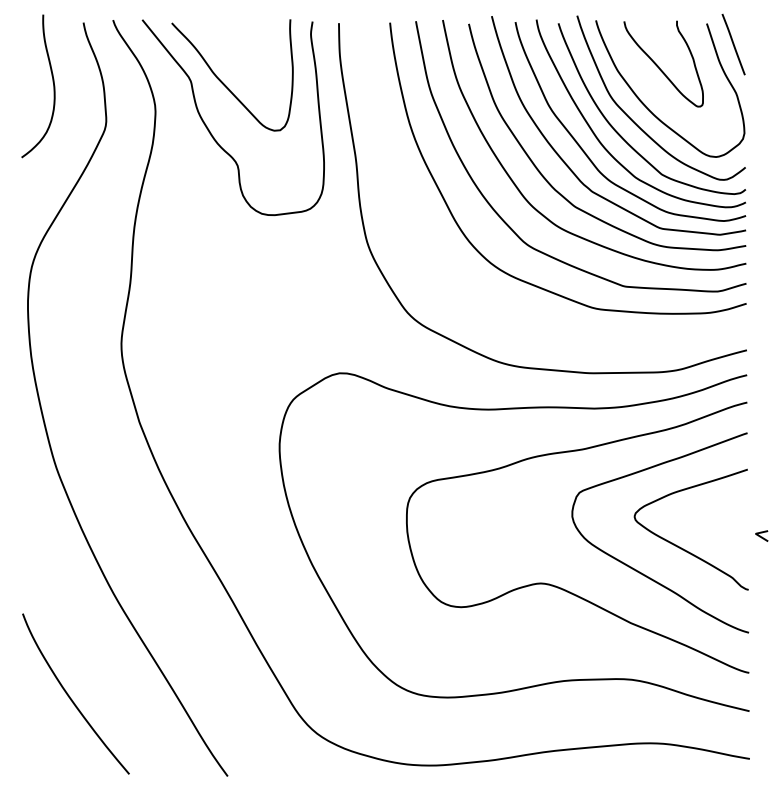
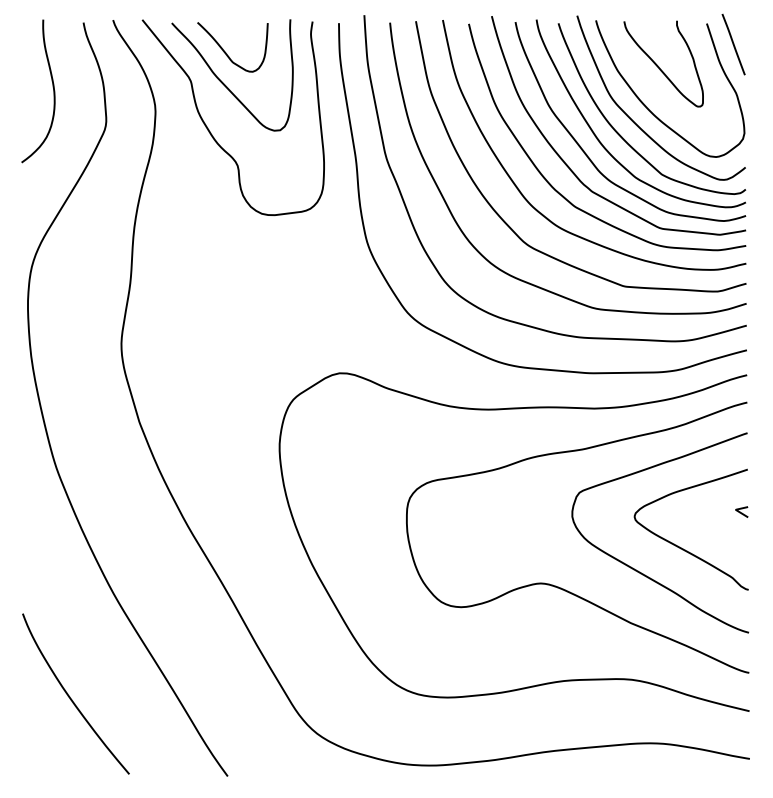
curve at (226, 52): none -> present
curve at (52, 82) position: (52, 82) -> (52, 87)
curve at (422, 243): none -> present
curve at (760, 535) position: (760, 535) -> (740, 511)
